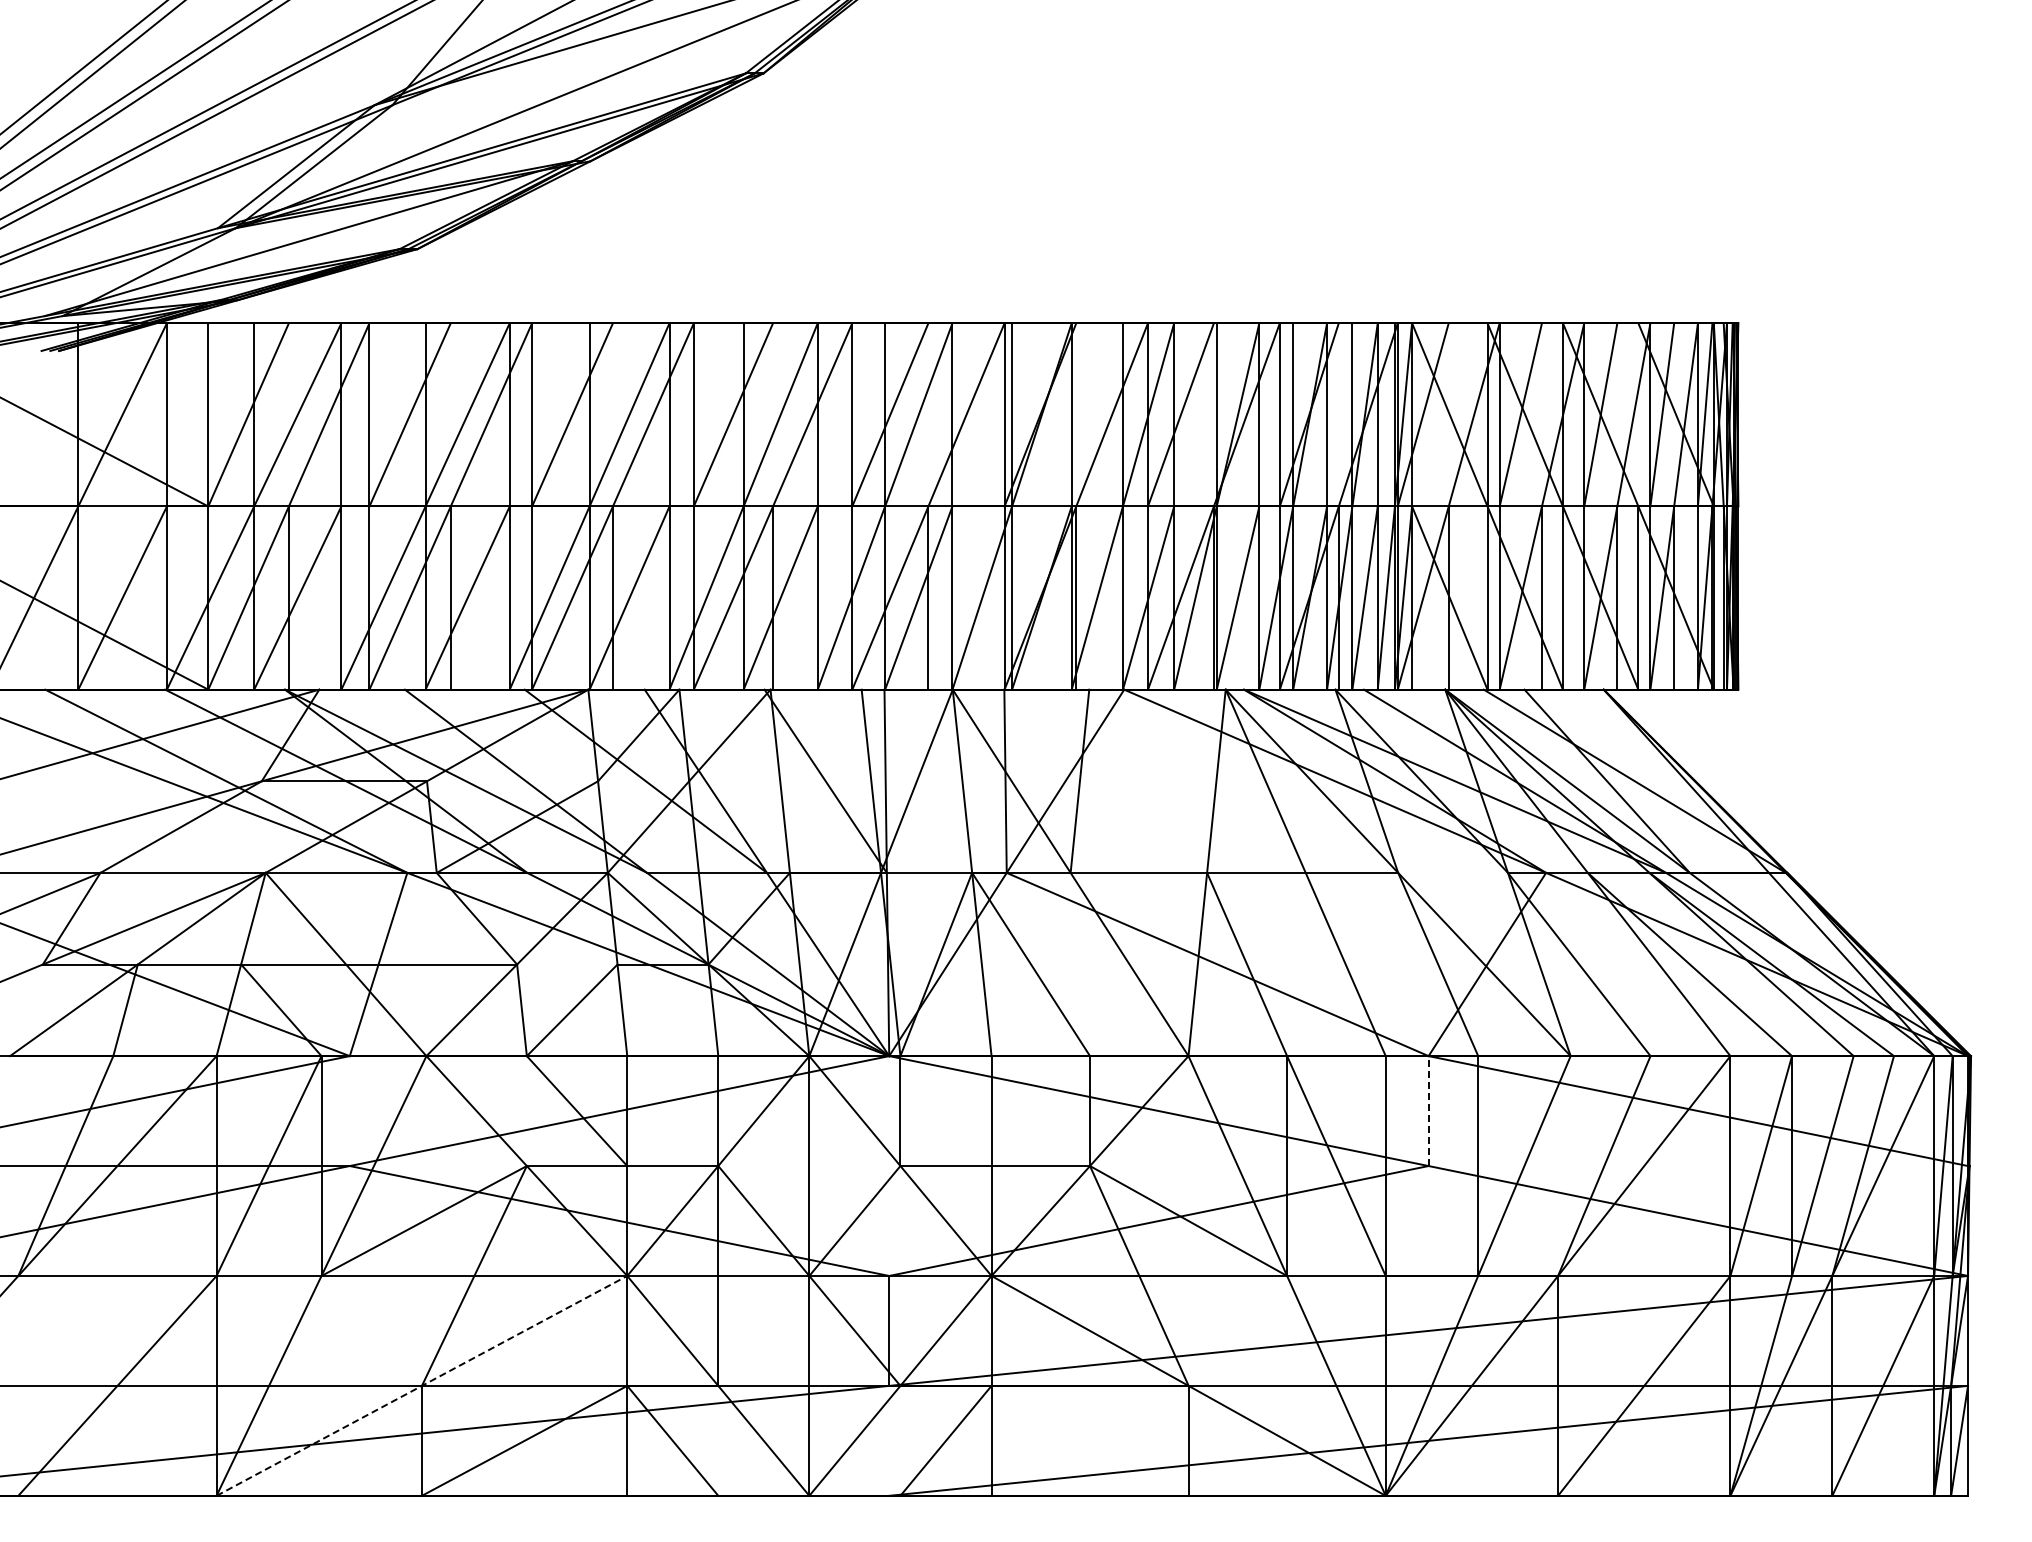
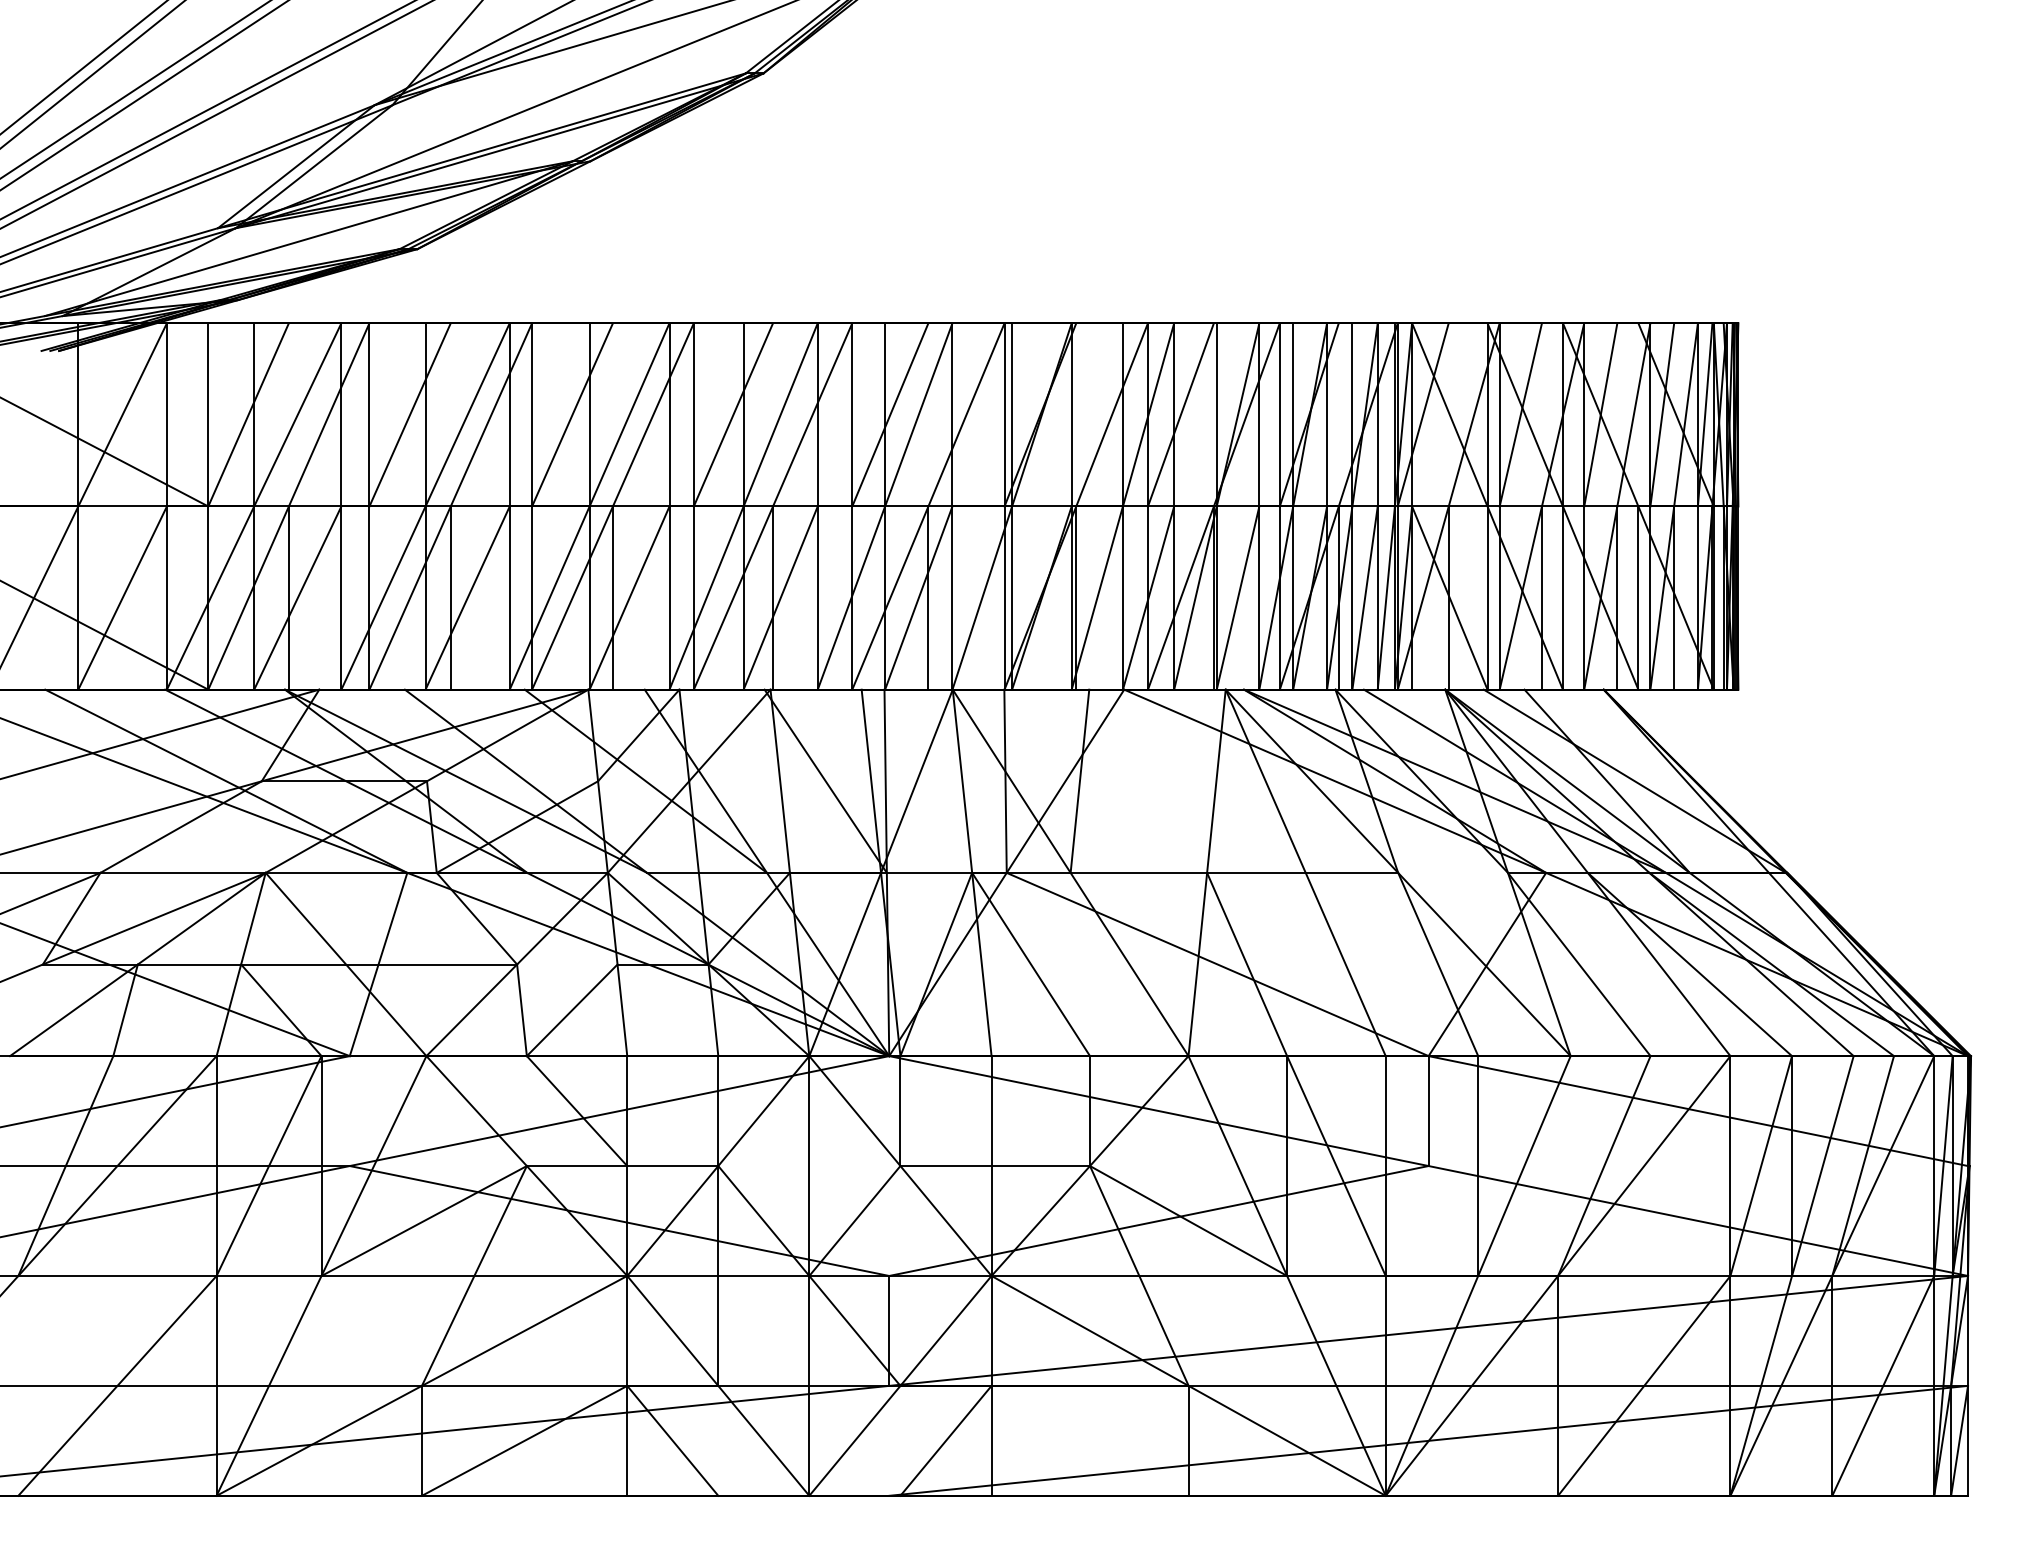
line at (1428, 1111): dashed -> solid
line at (421, 1385): dashed -> solid
